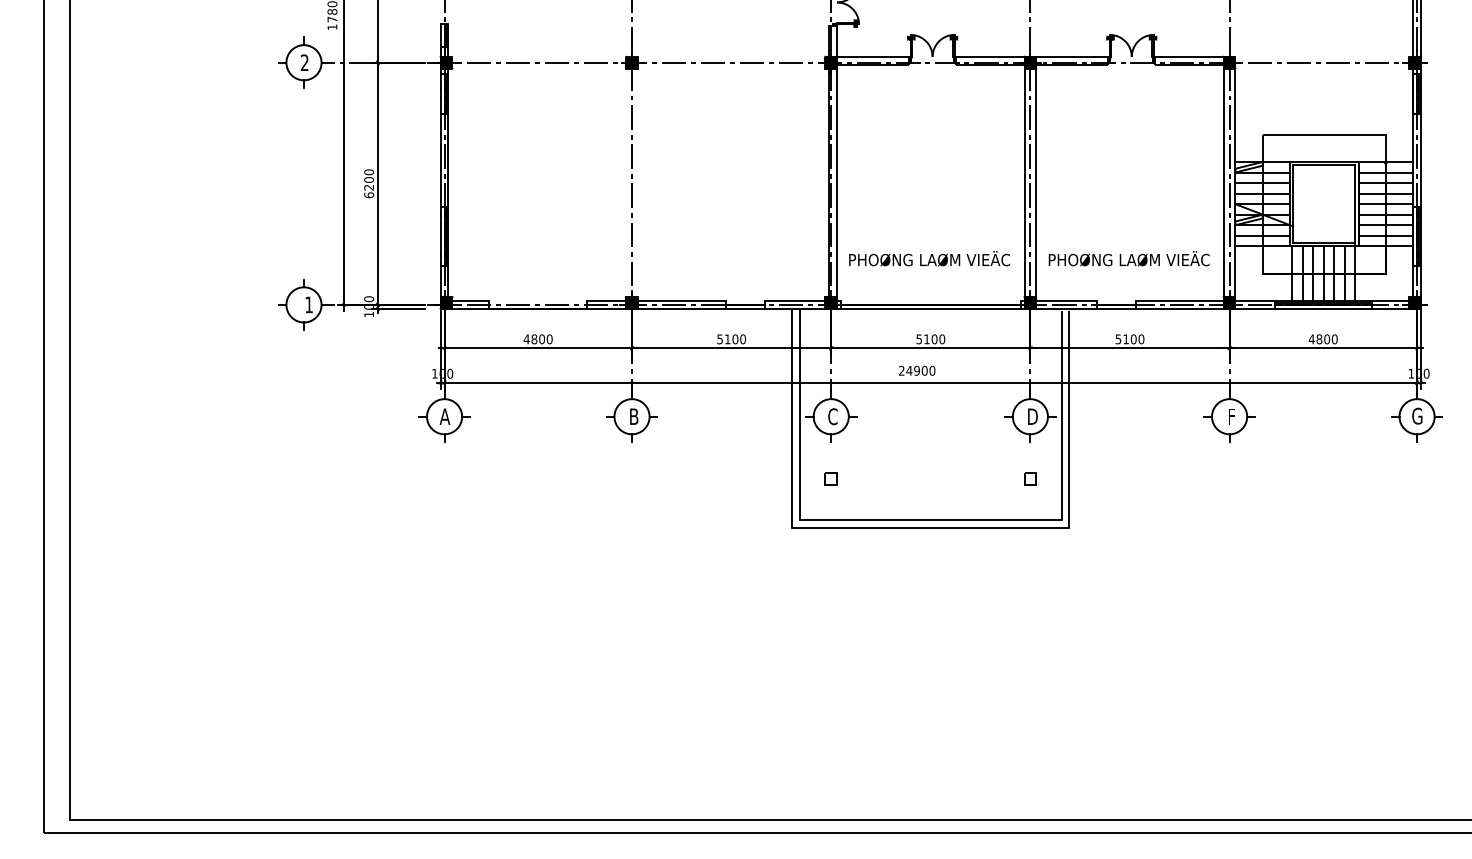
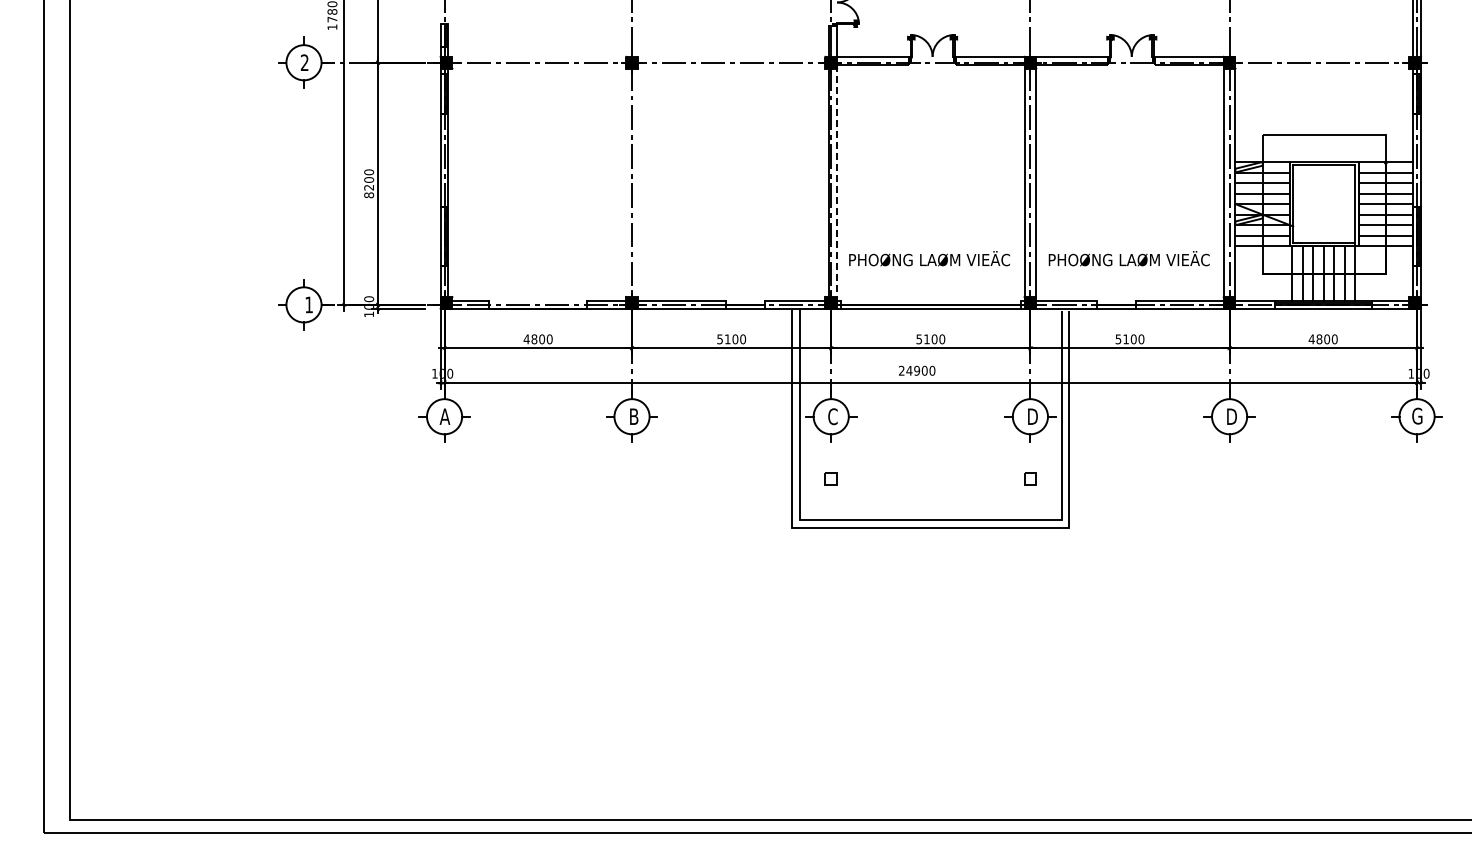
line at (837, 183): solid -> dashed
text at (368, 195): 6200 -> 8200
text at (1231, 416): F -> D
